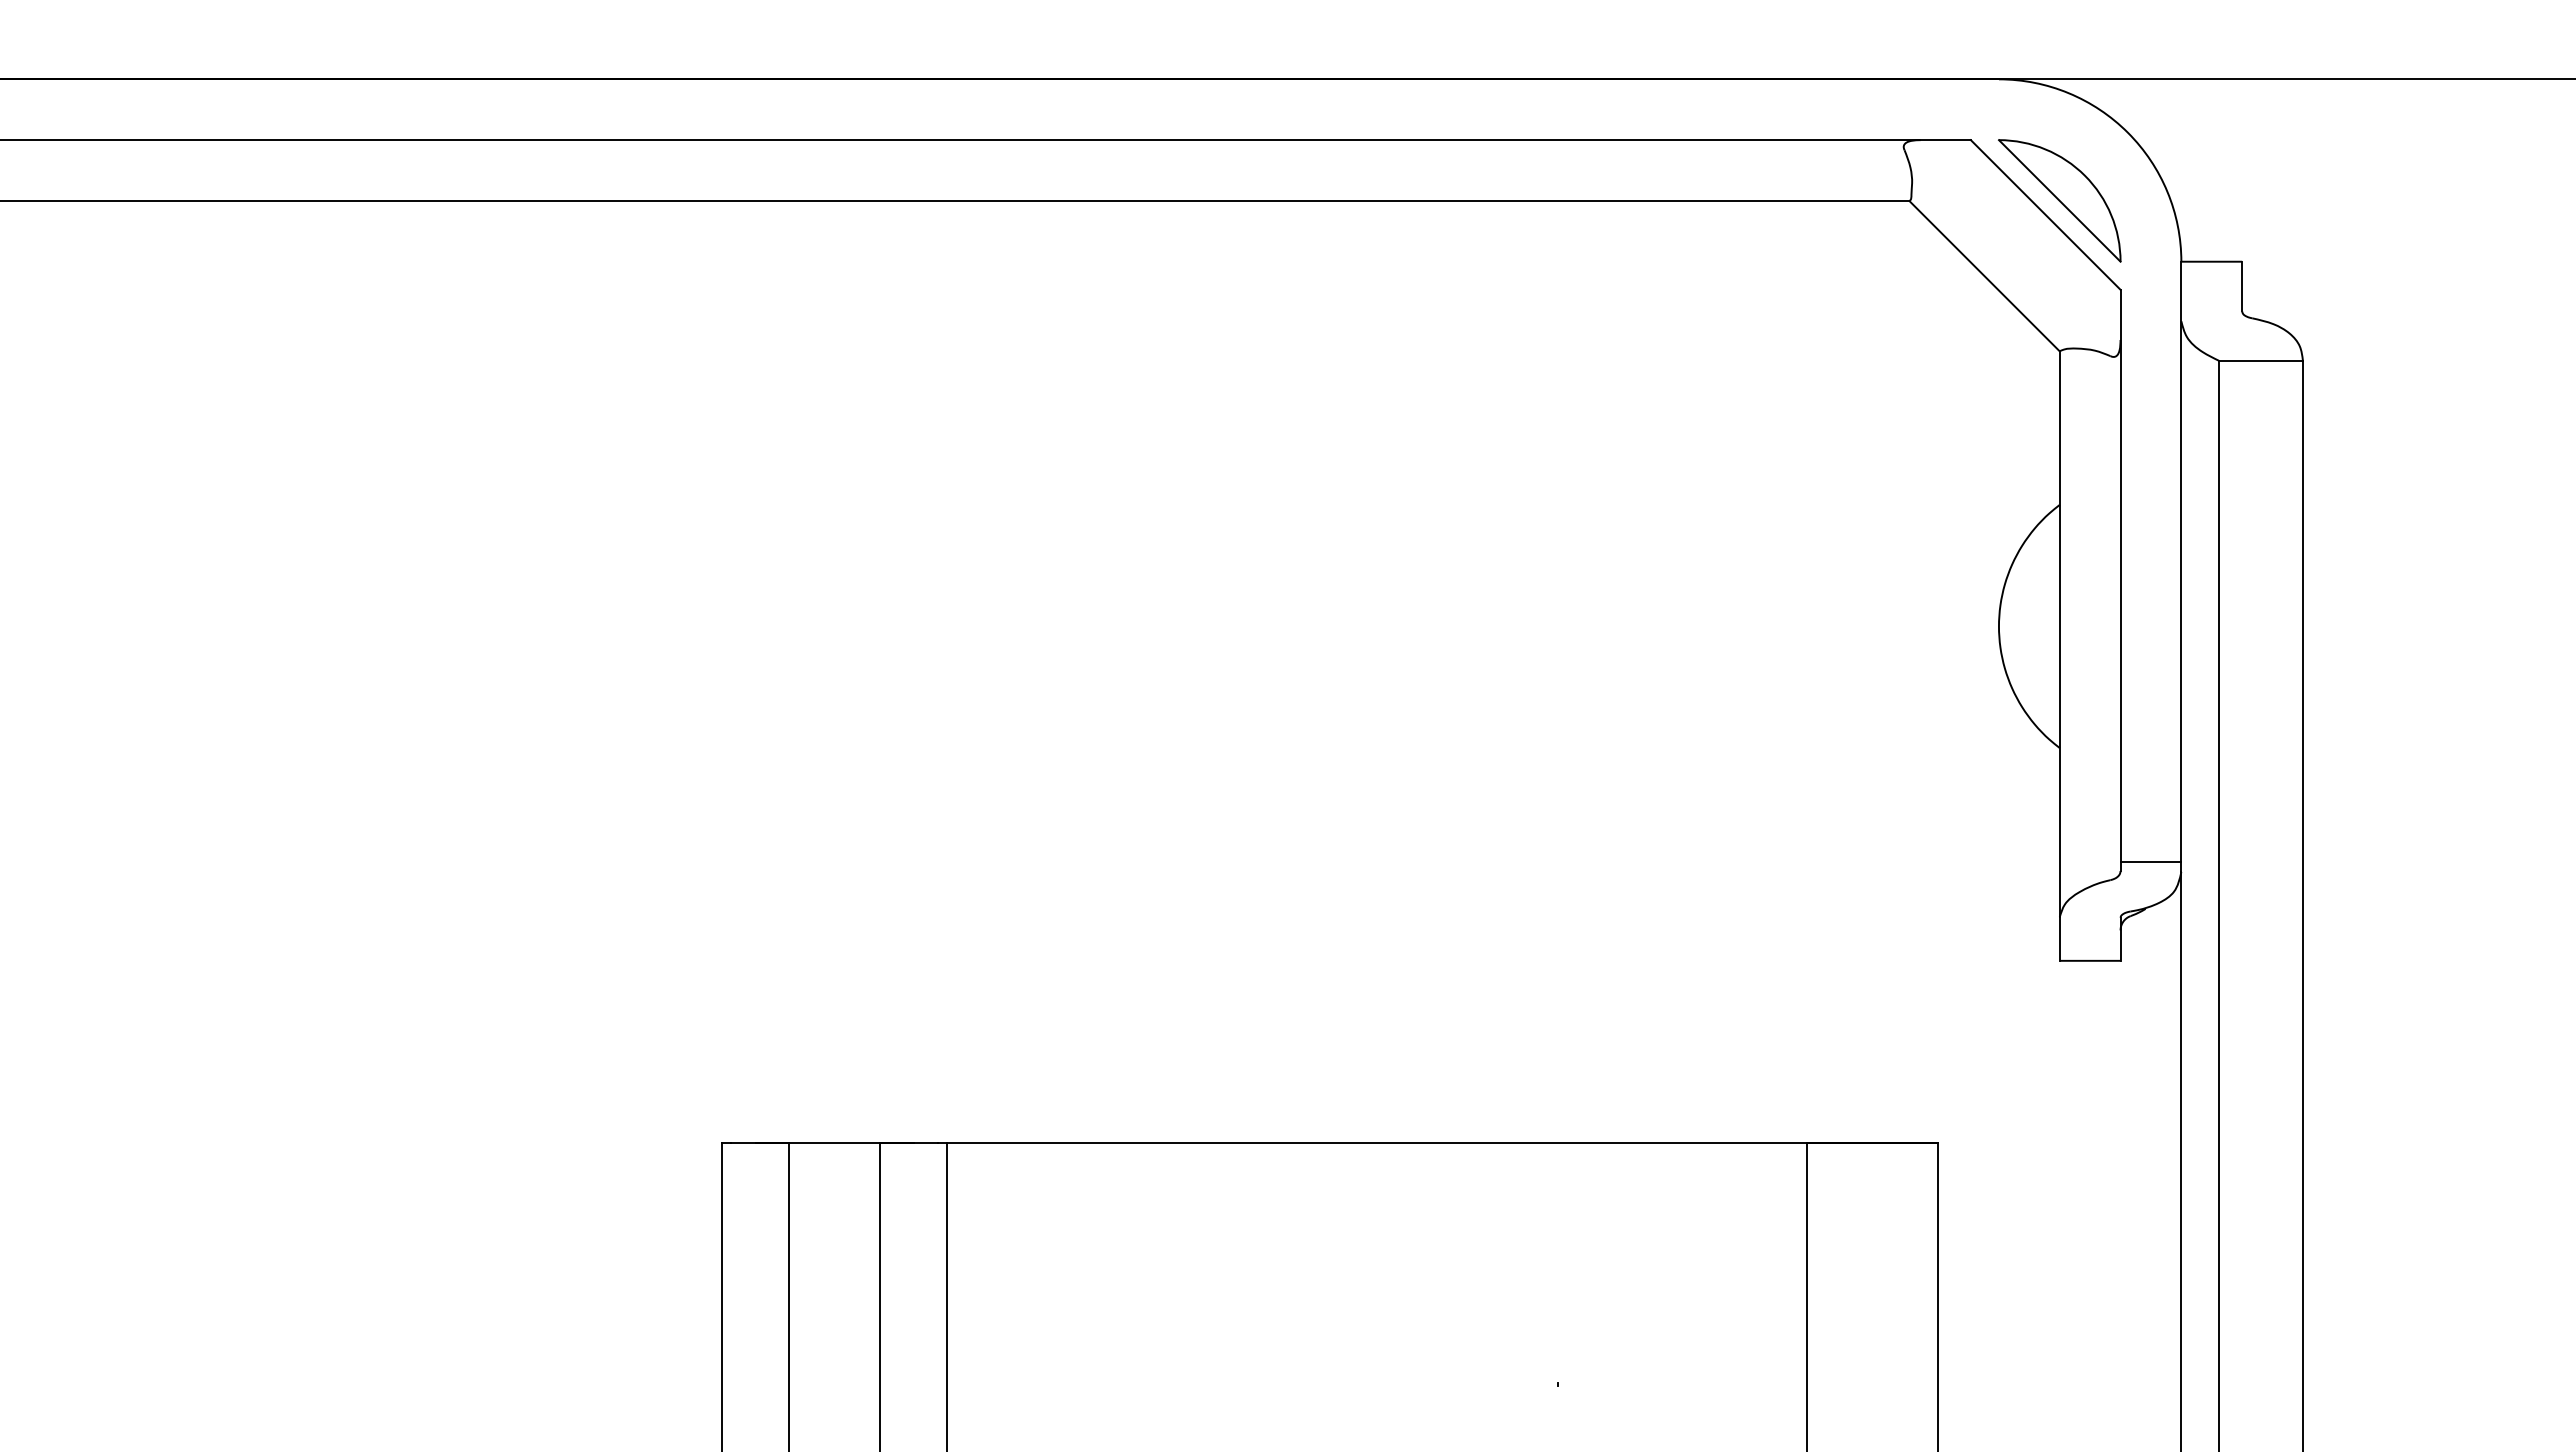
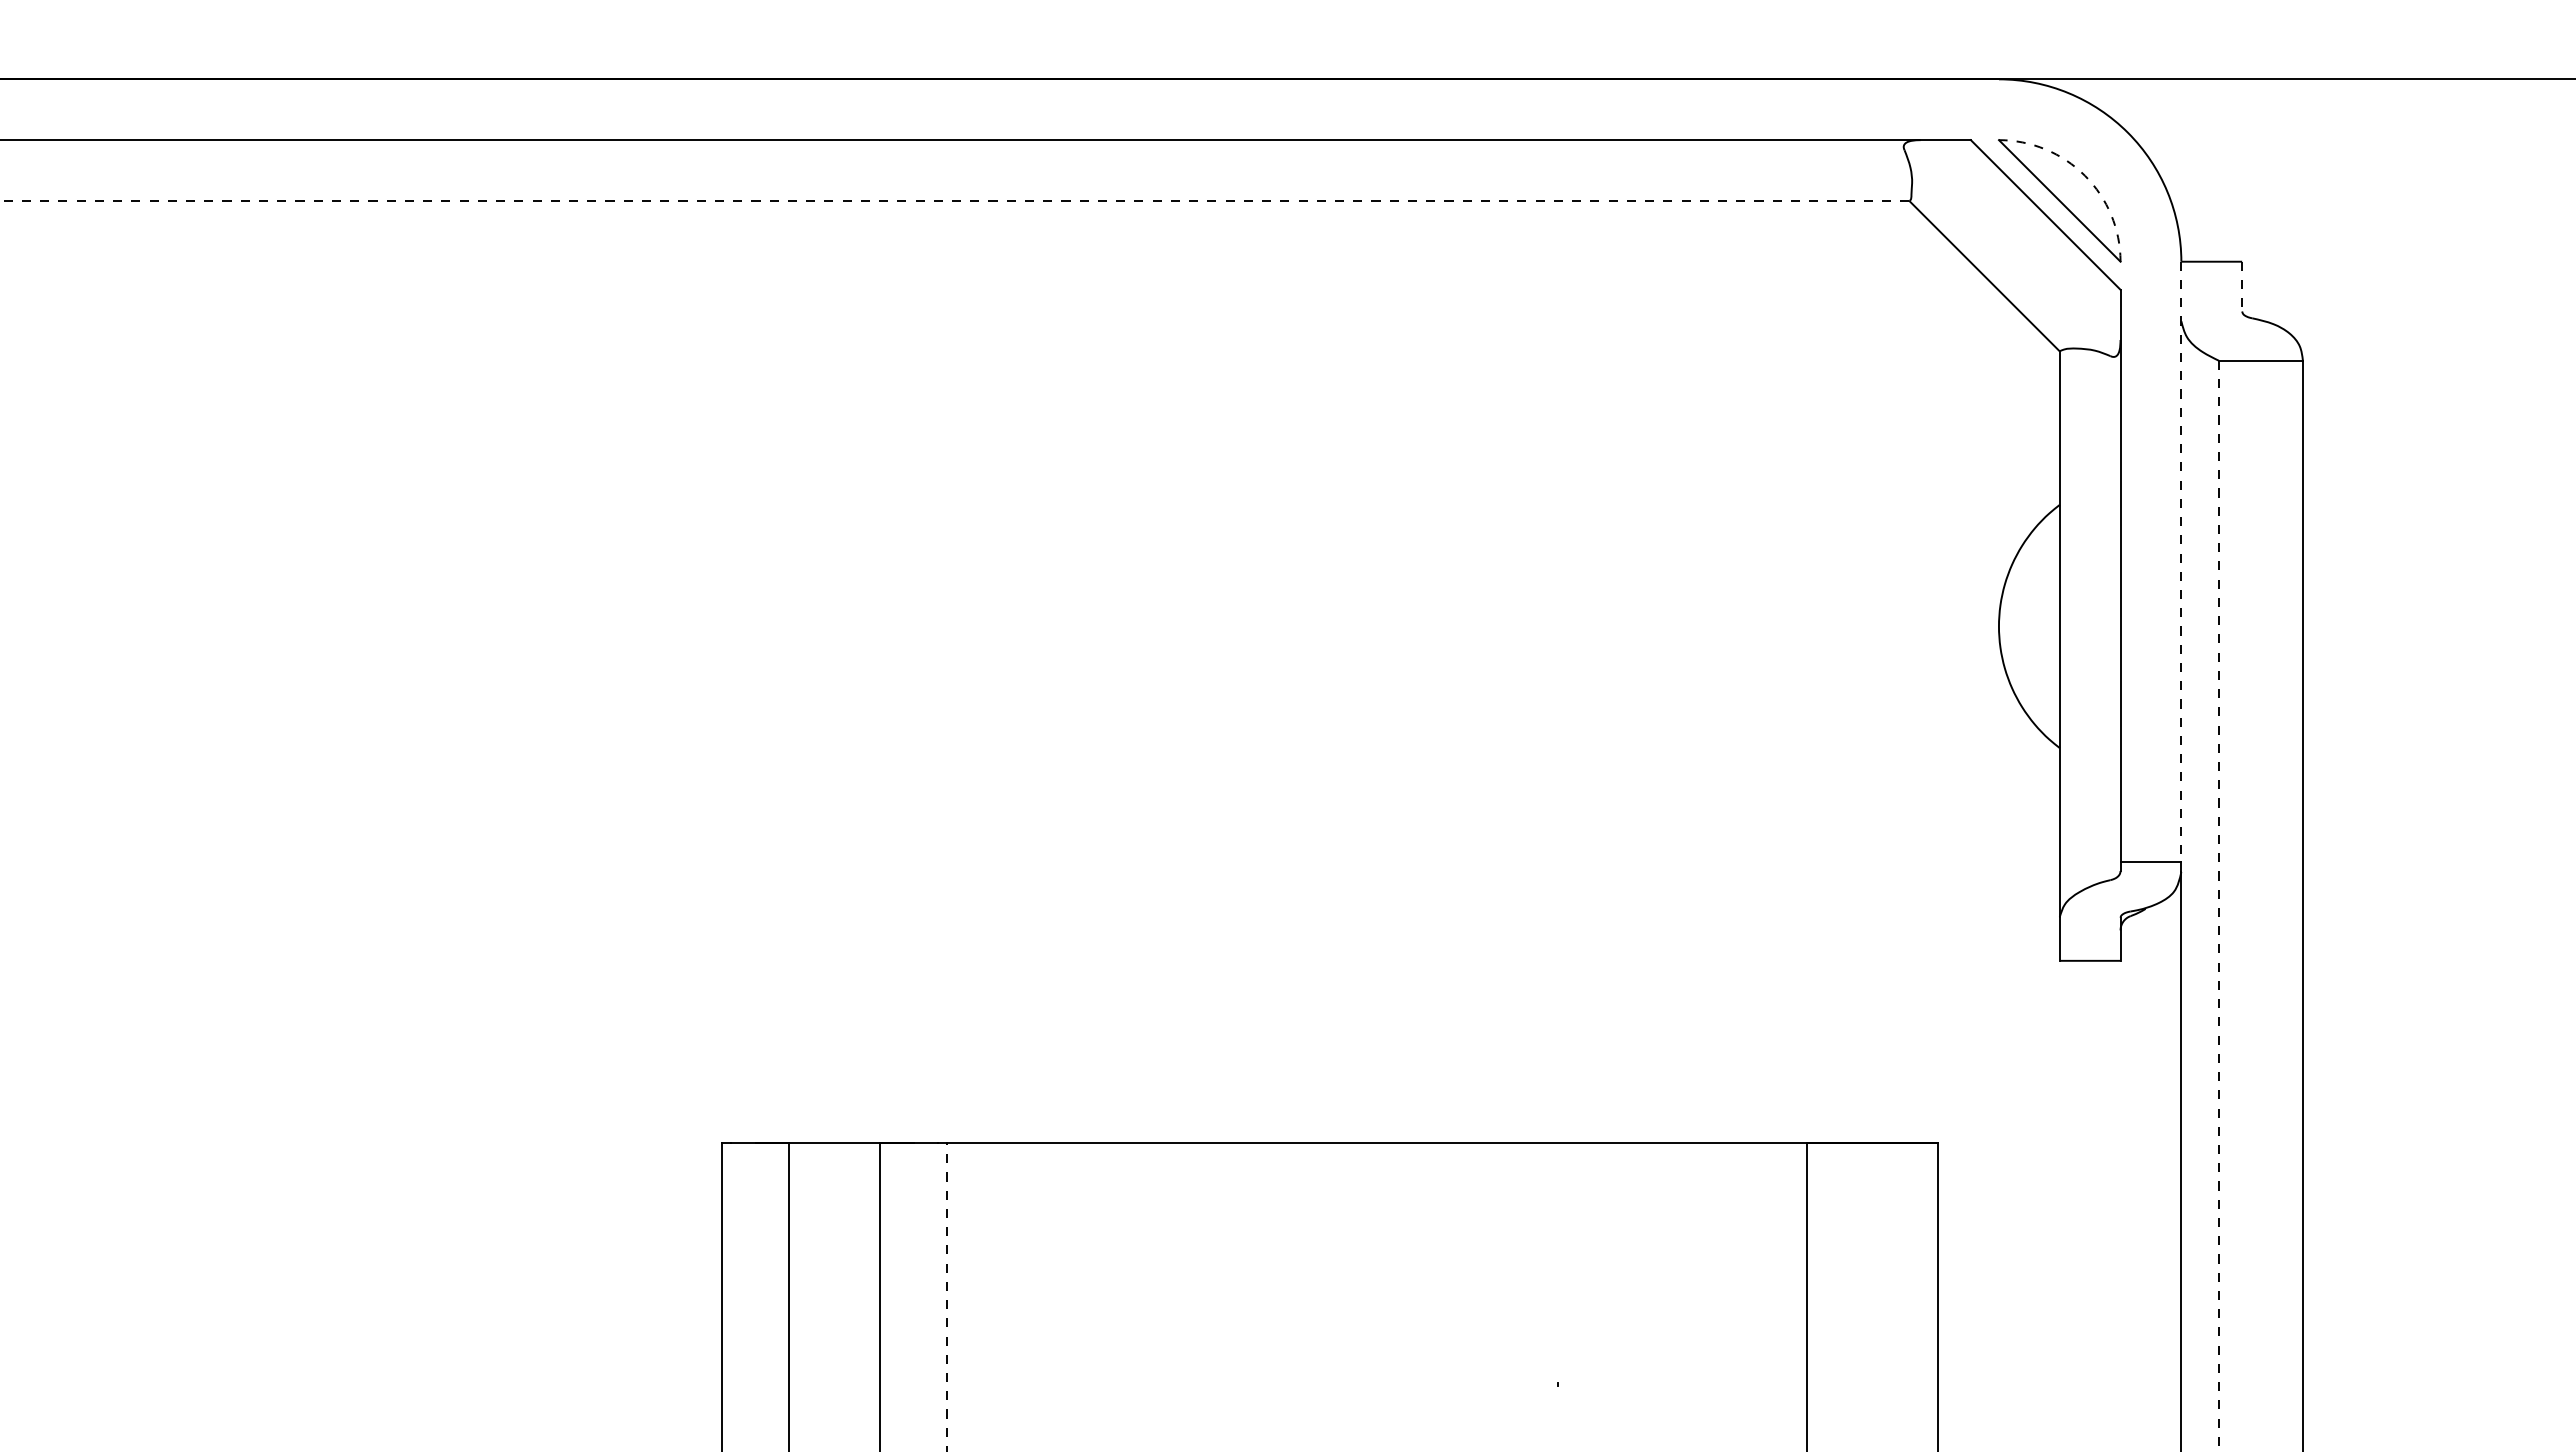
arc at (2084, 175): solid -> dashed
line at (954, 200): solid -> dashed
line at (2242, 286): solid -> dashed
line at (2181, 562): solid -> dashed
line at (2218, 906): solid -> dashed
line at (947, 1297): solid -> dashed
